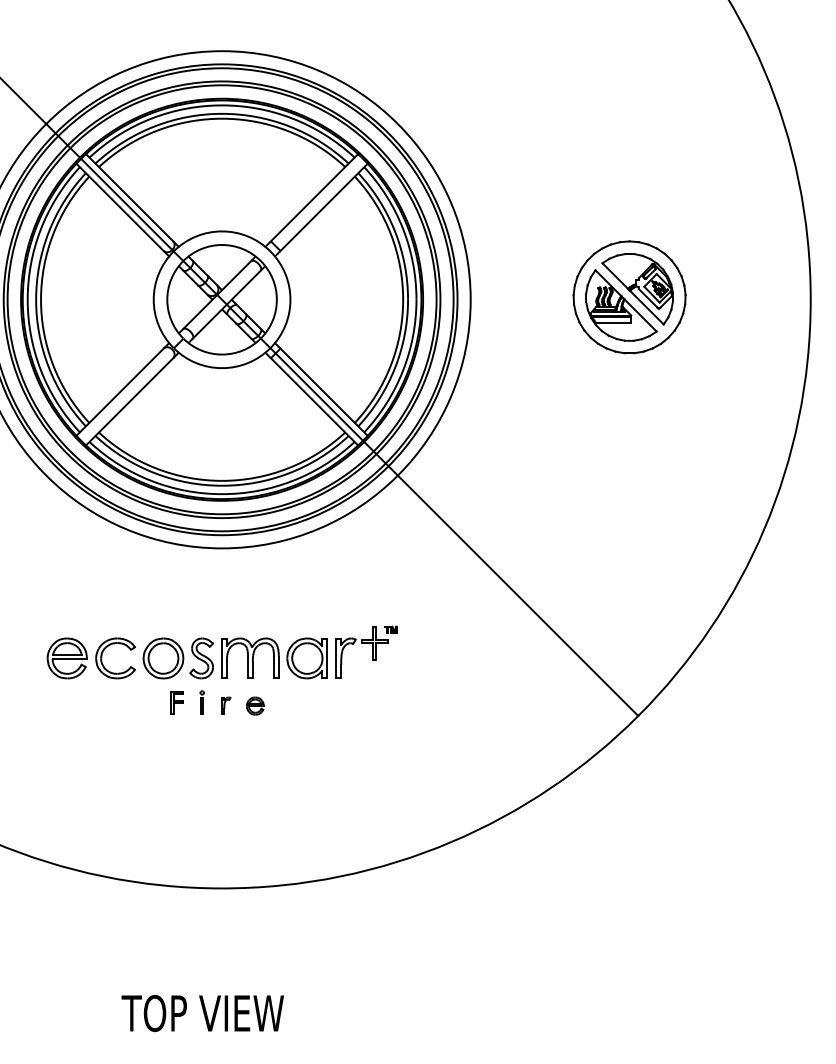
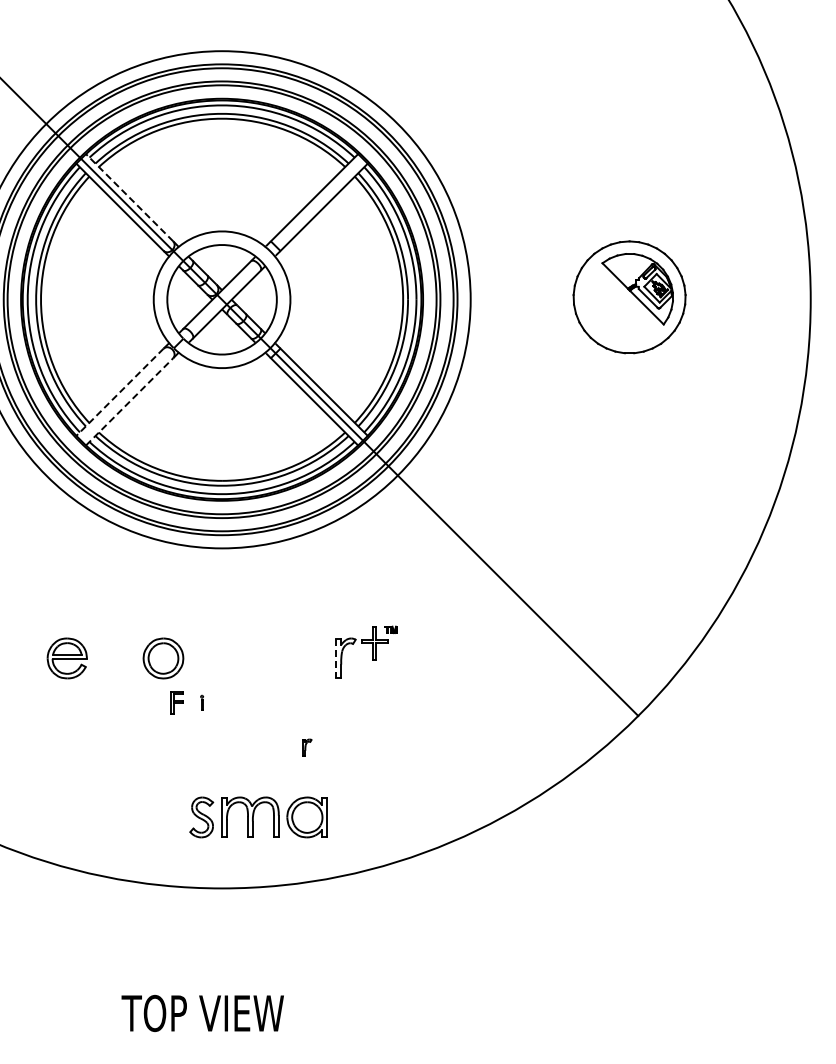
line at (129, 197): solid -> dashed
part at (621, 305): present -> none
line at (120, 392): solid -> dashed
line at (129, 401): solid -> dashed
part at (102, 657): present -> none
part at (258, 658) position: (258, 658) -> (258, 817)
line at (336, 658): solid -> dashed
part at (201, 702) size: 6x25 px -> 4x17 px
part at (226, 705) position: (226, 705) -> (307, 747)
part at (255, 705): present -> none
